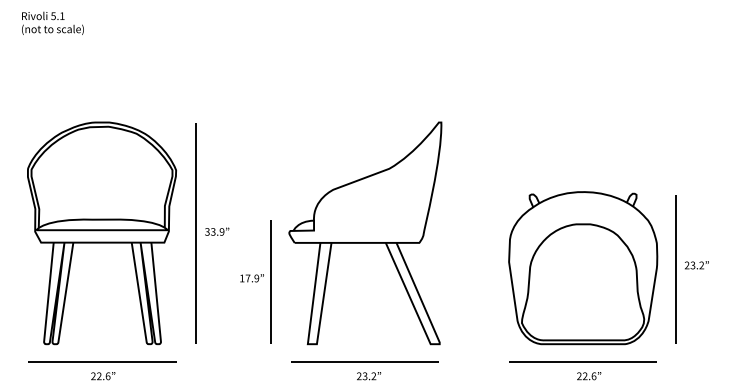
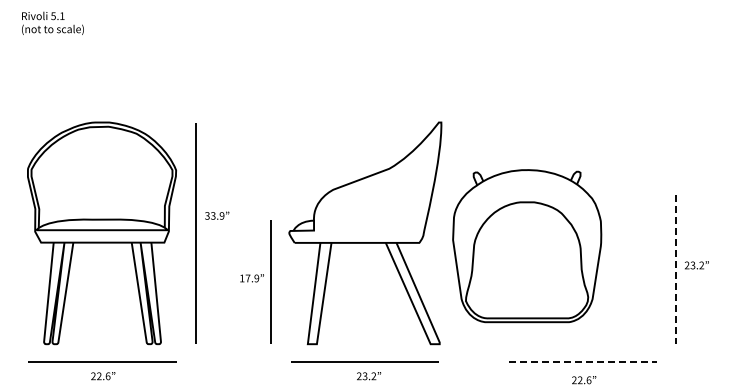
text at (217, 231) position: (217, 231) -> (217, 215)
part at (583, 268) position: (583, 268) -> (527, 246)
line at (675, 269): solid -> dashed
line at (583, 362): solid -> dashed
text at (589, 376) position: (589, 376) -> (584, 380)
